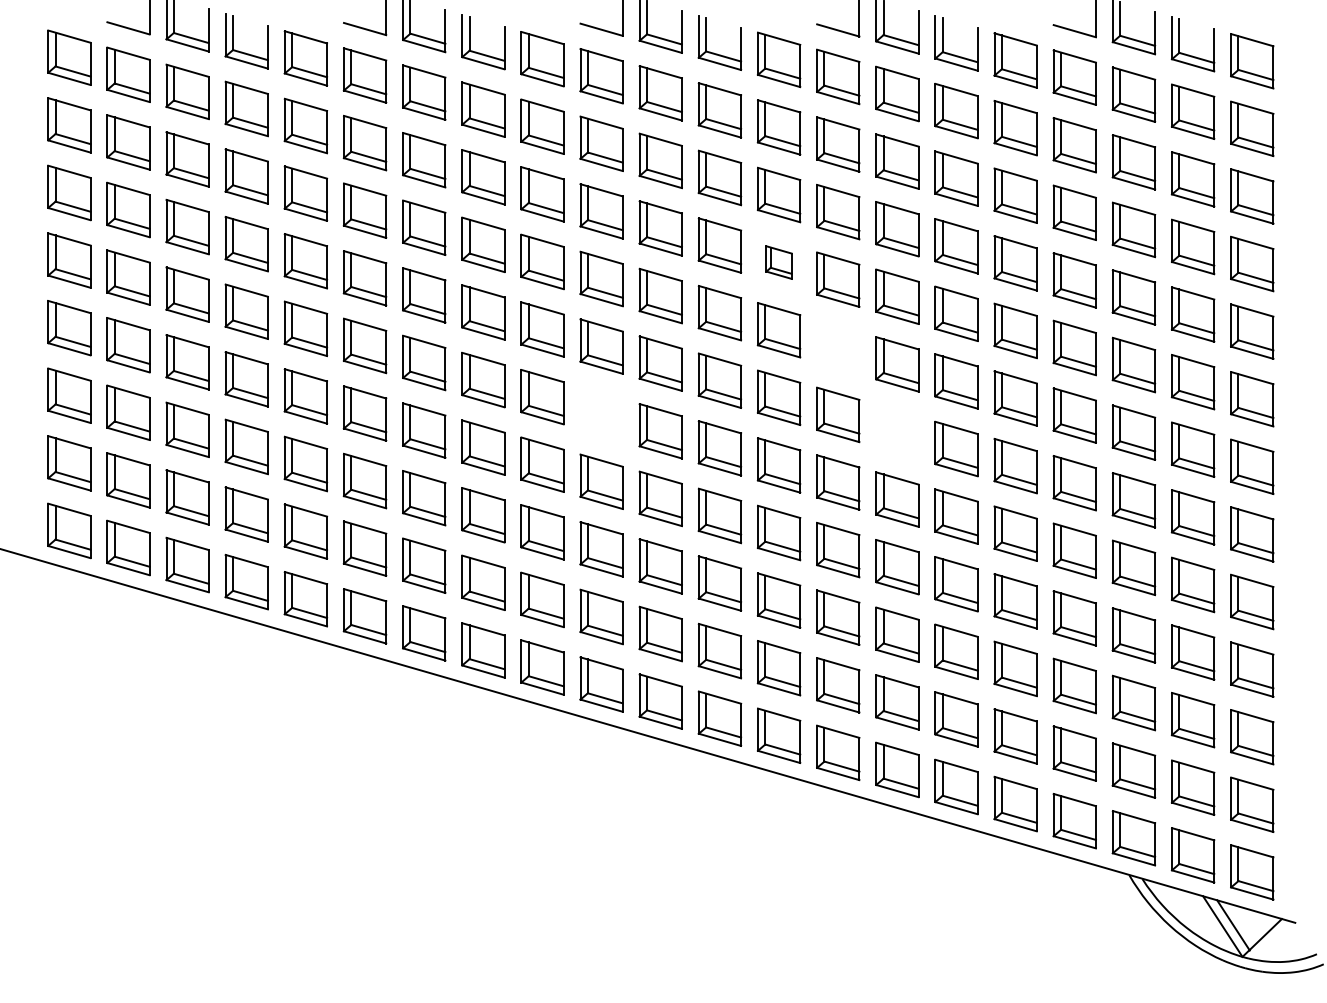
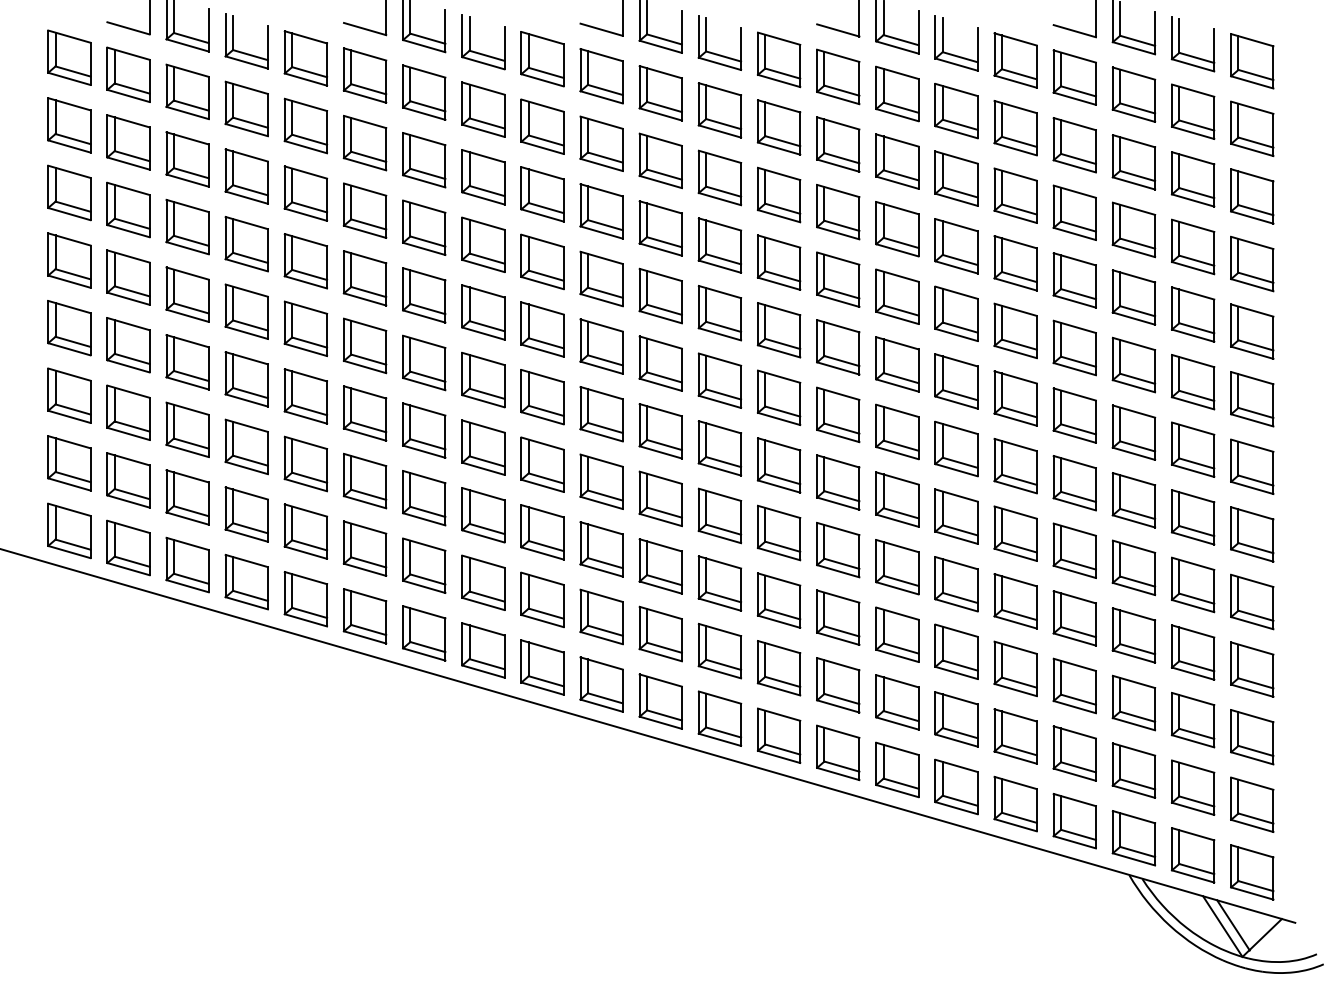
part at (778, 262) size: 28x35 px -> 46x57 px
part at (838, 347): none -> present
part at (601, 414): none -> present
part at (897, 431): none -> present
